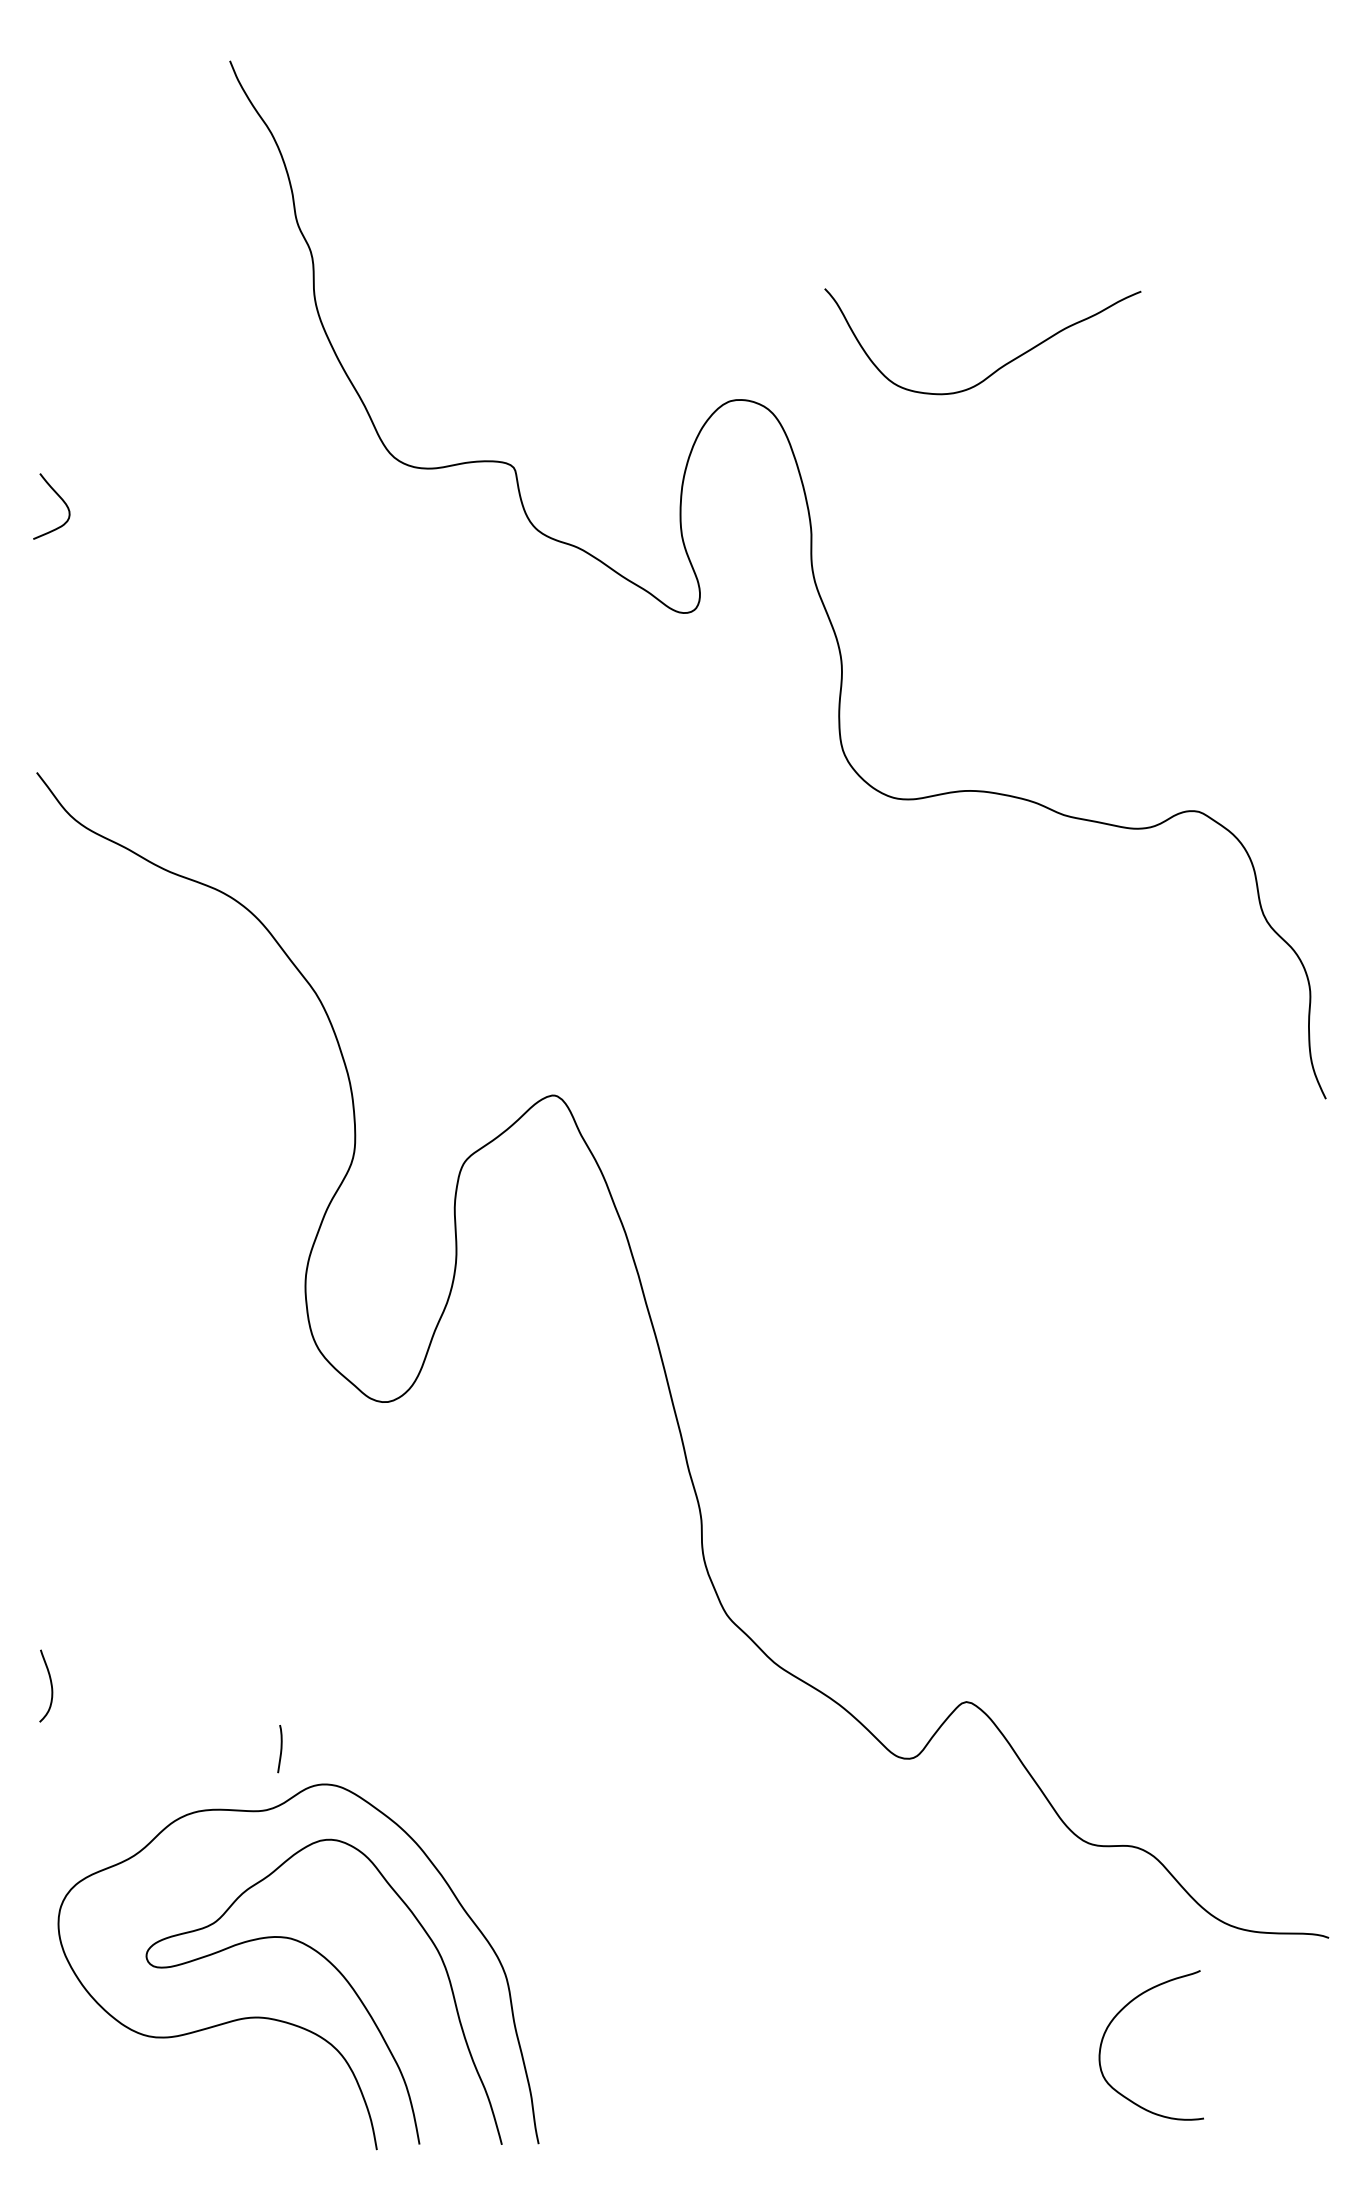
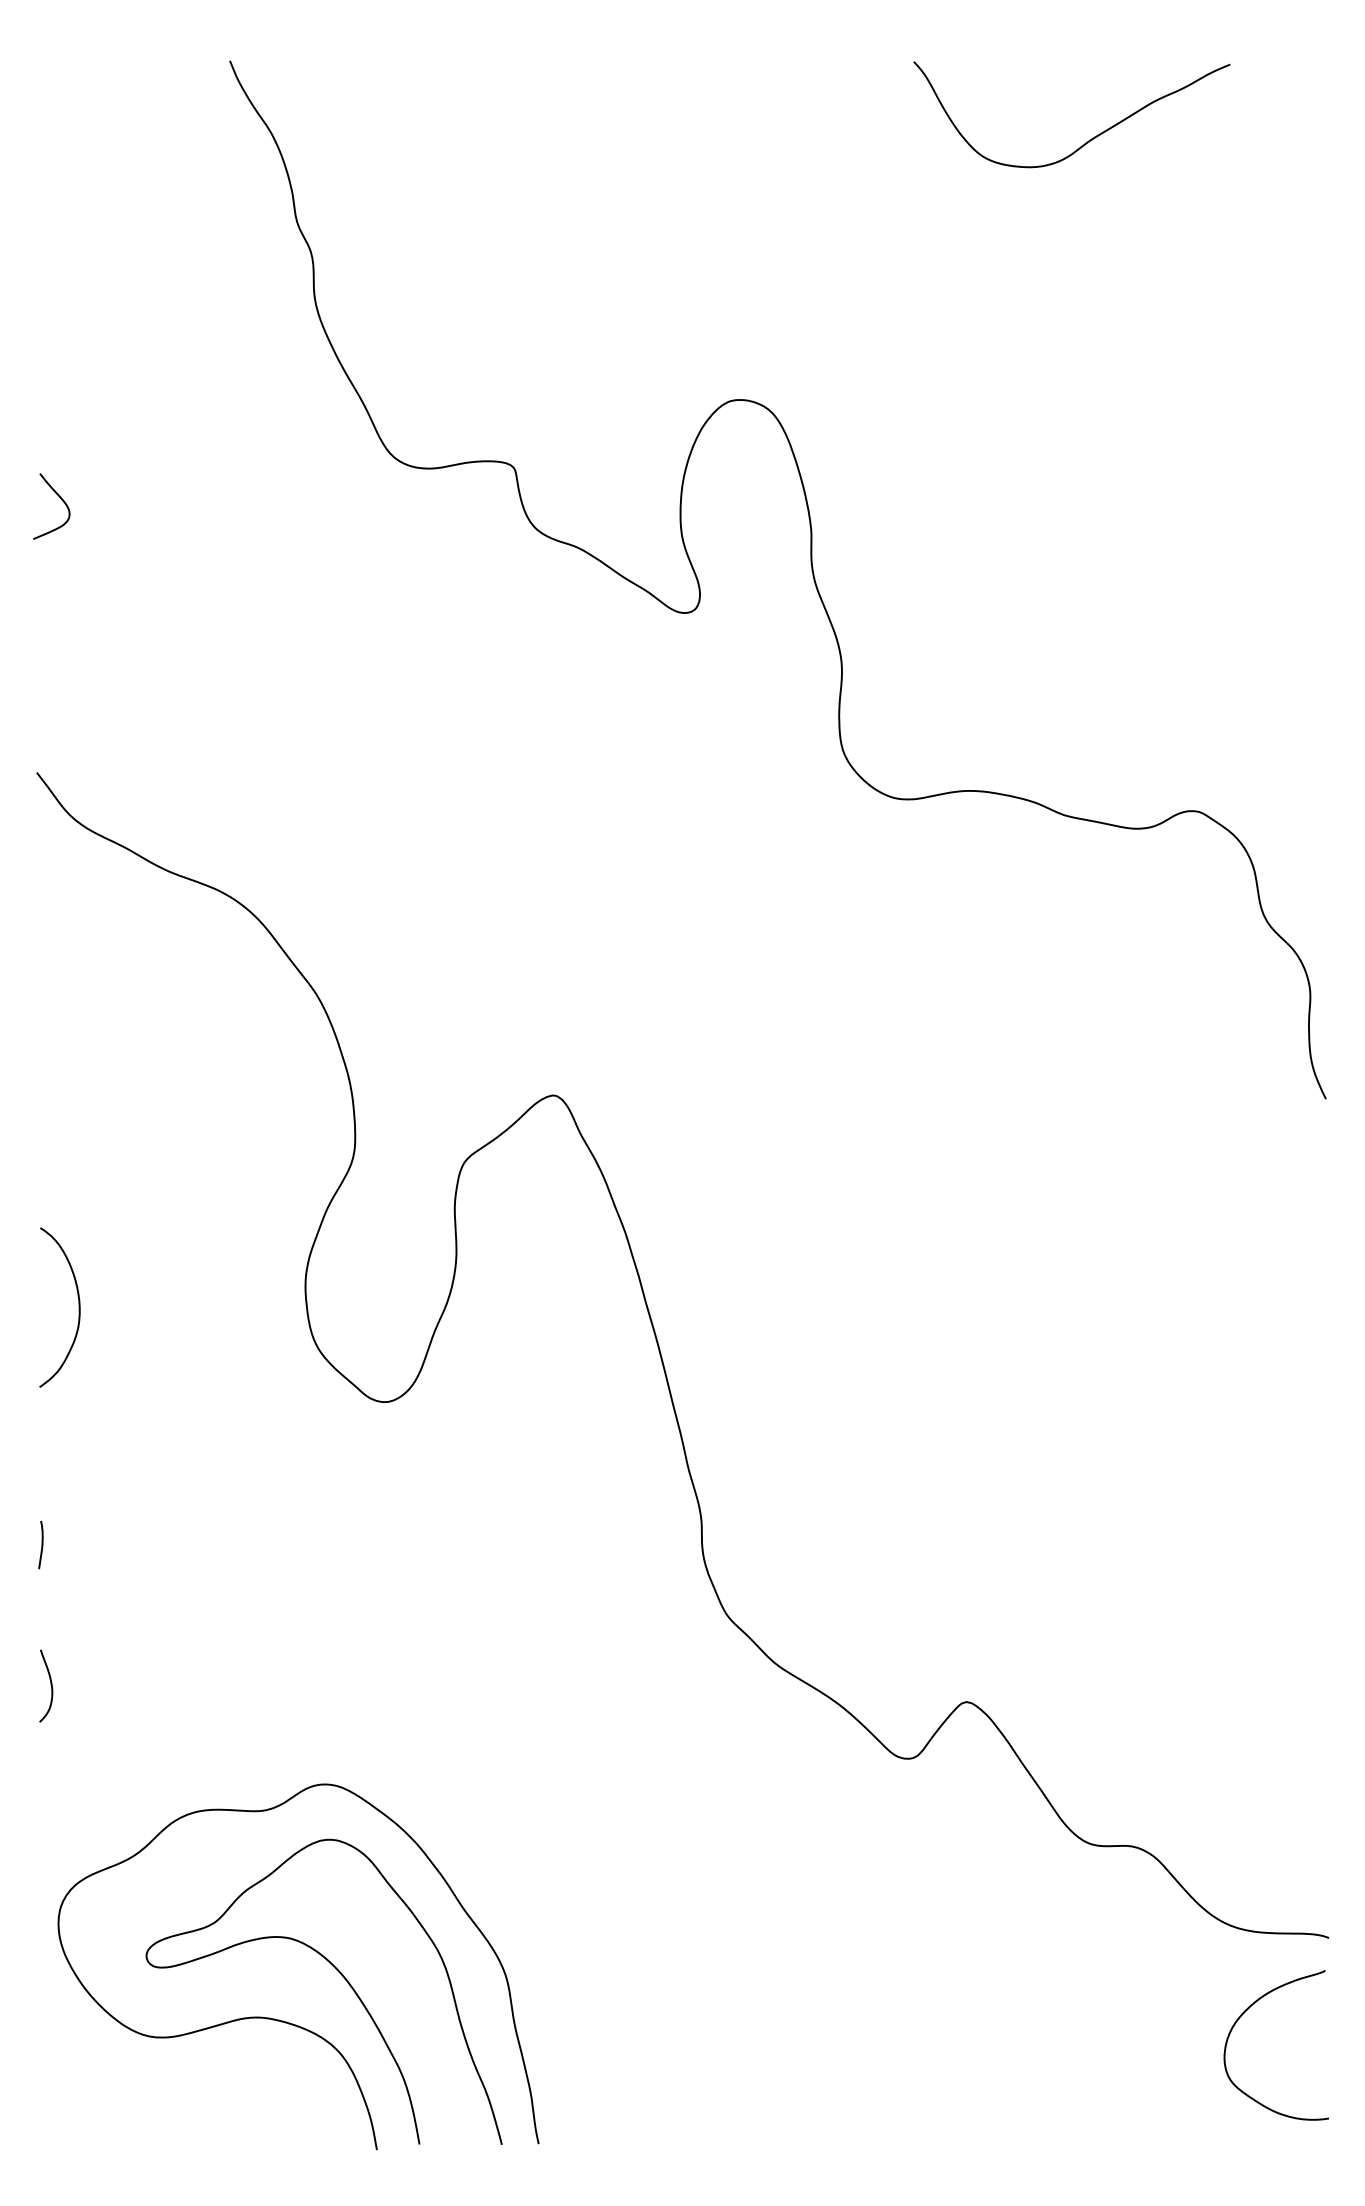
curve at (999, 367) position: (999, 367) -> (1088, 140)
curve at (78, 1307): none -> present
curve at (280, 1749) position: (280, 1749) -> (41, 1545)
curve at (1114, 2019) position: (1114, 2019) -> (1239, 2019)
